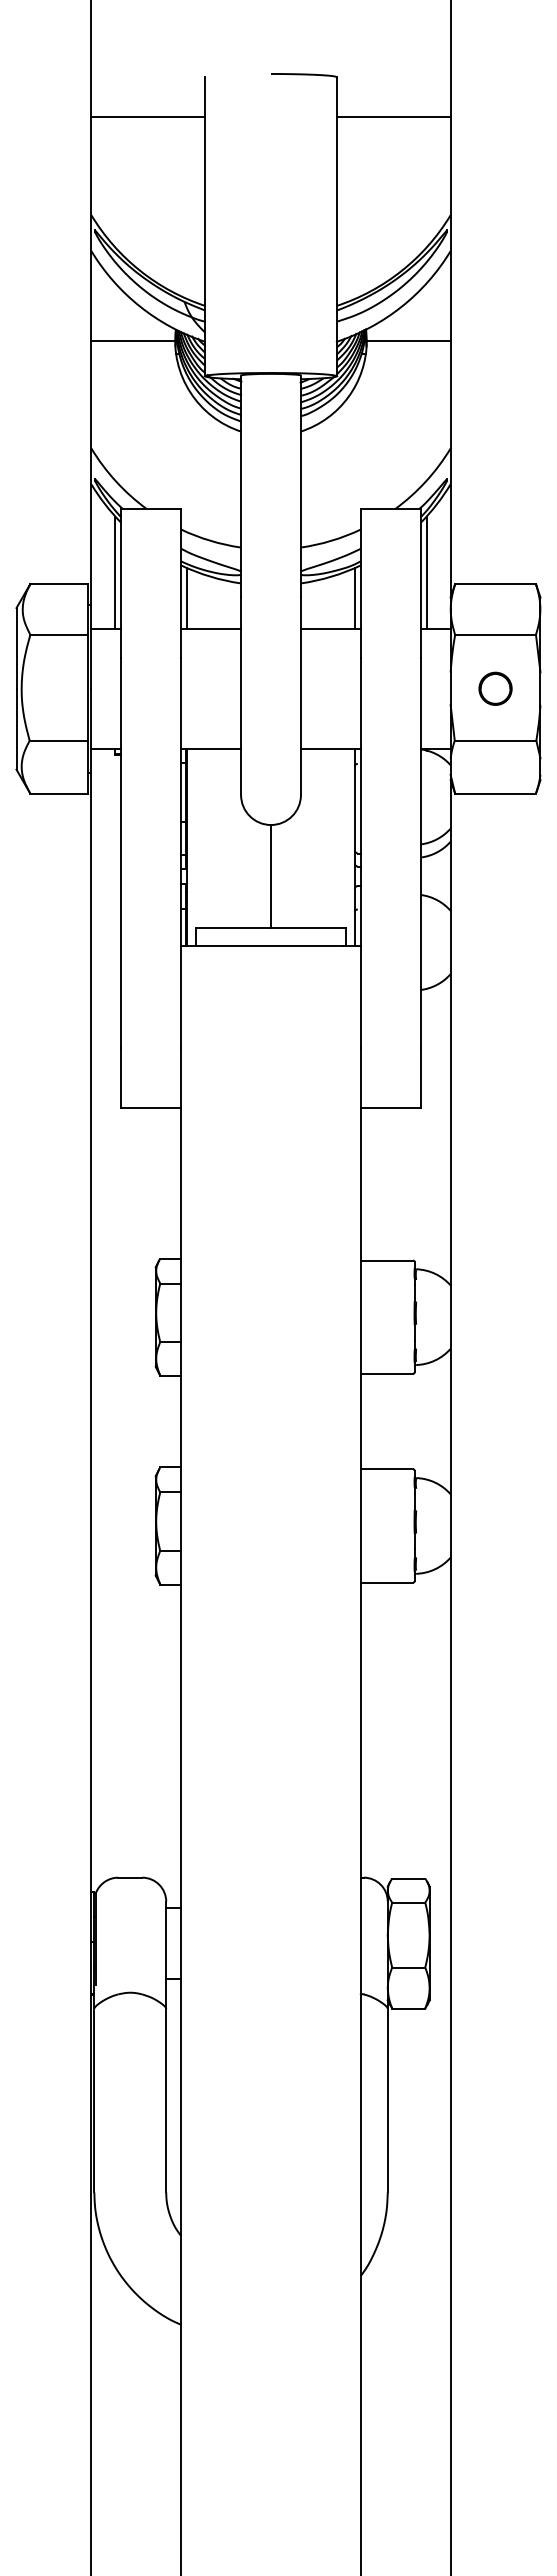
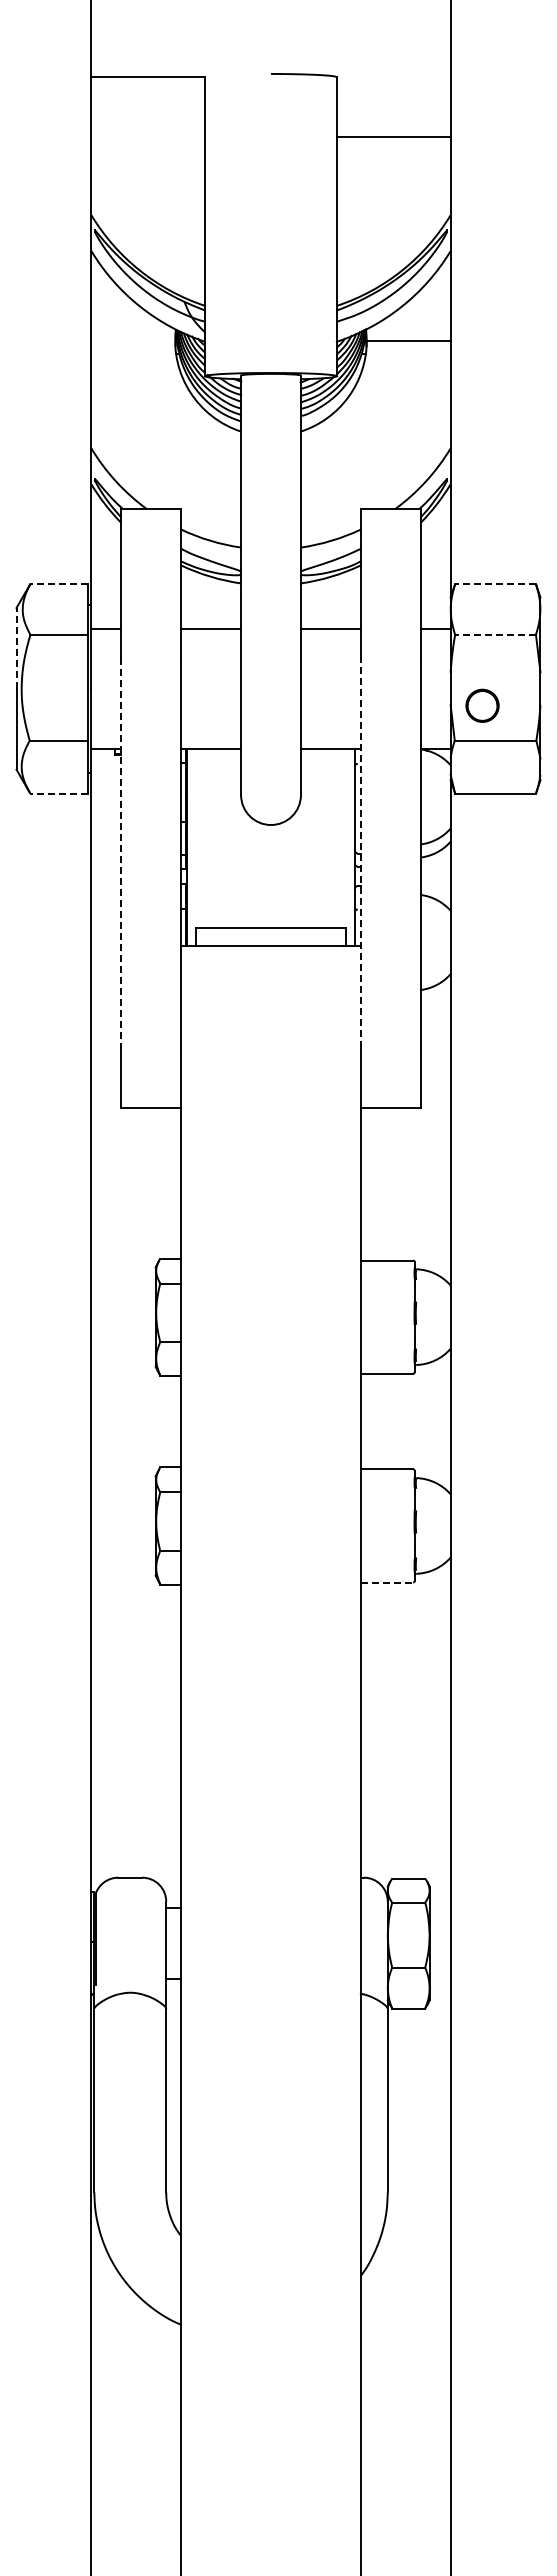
line at (148, 116) position: (148, 116) -> (148, 76)
line at (393, 116) position: (393, 116) -> (393, 136)
line at (133, 340): present -> none
line at (115, 572): present -> none
line at (426, 572): present -> none
line at (58, 584): solid -> dashed
line at (495, 584): solid -> dashed
line at (187, 598): present -> none
line at (354, 598): present -> none
line at (495, 634): solid -> dashed
line at (16, 647): solid -> dashed
part at (495, 688) position: (495, 688) -> (482, 705)
line at (58, 793): solid -> dashed
line at (121, 853): solid -> dashed
line at (360, 853): solid -> dashed
line at (271, 876): present -> none
line at (387, 1582): solid -> dashed
